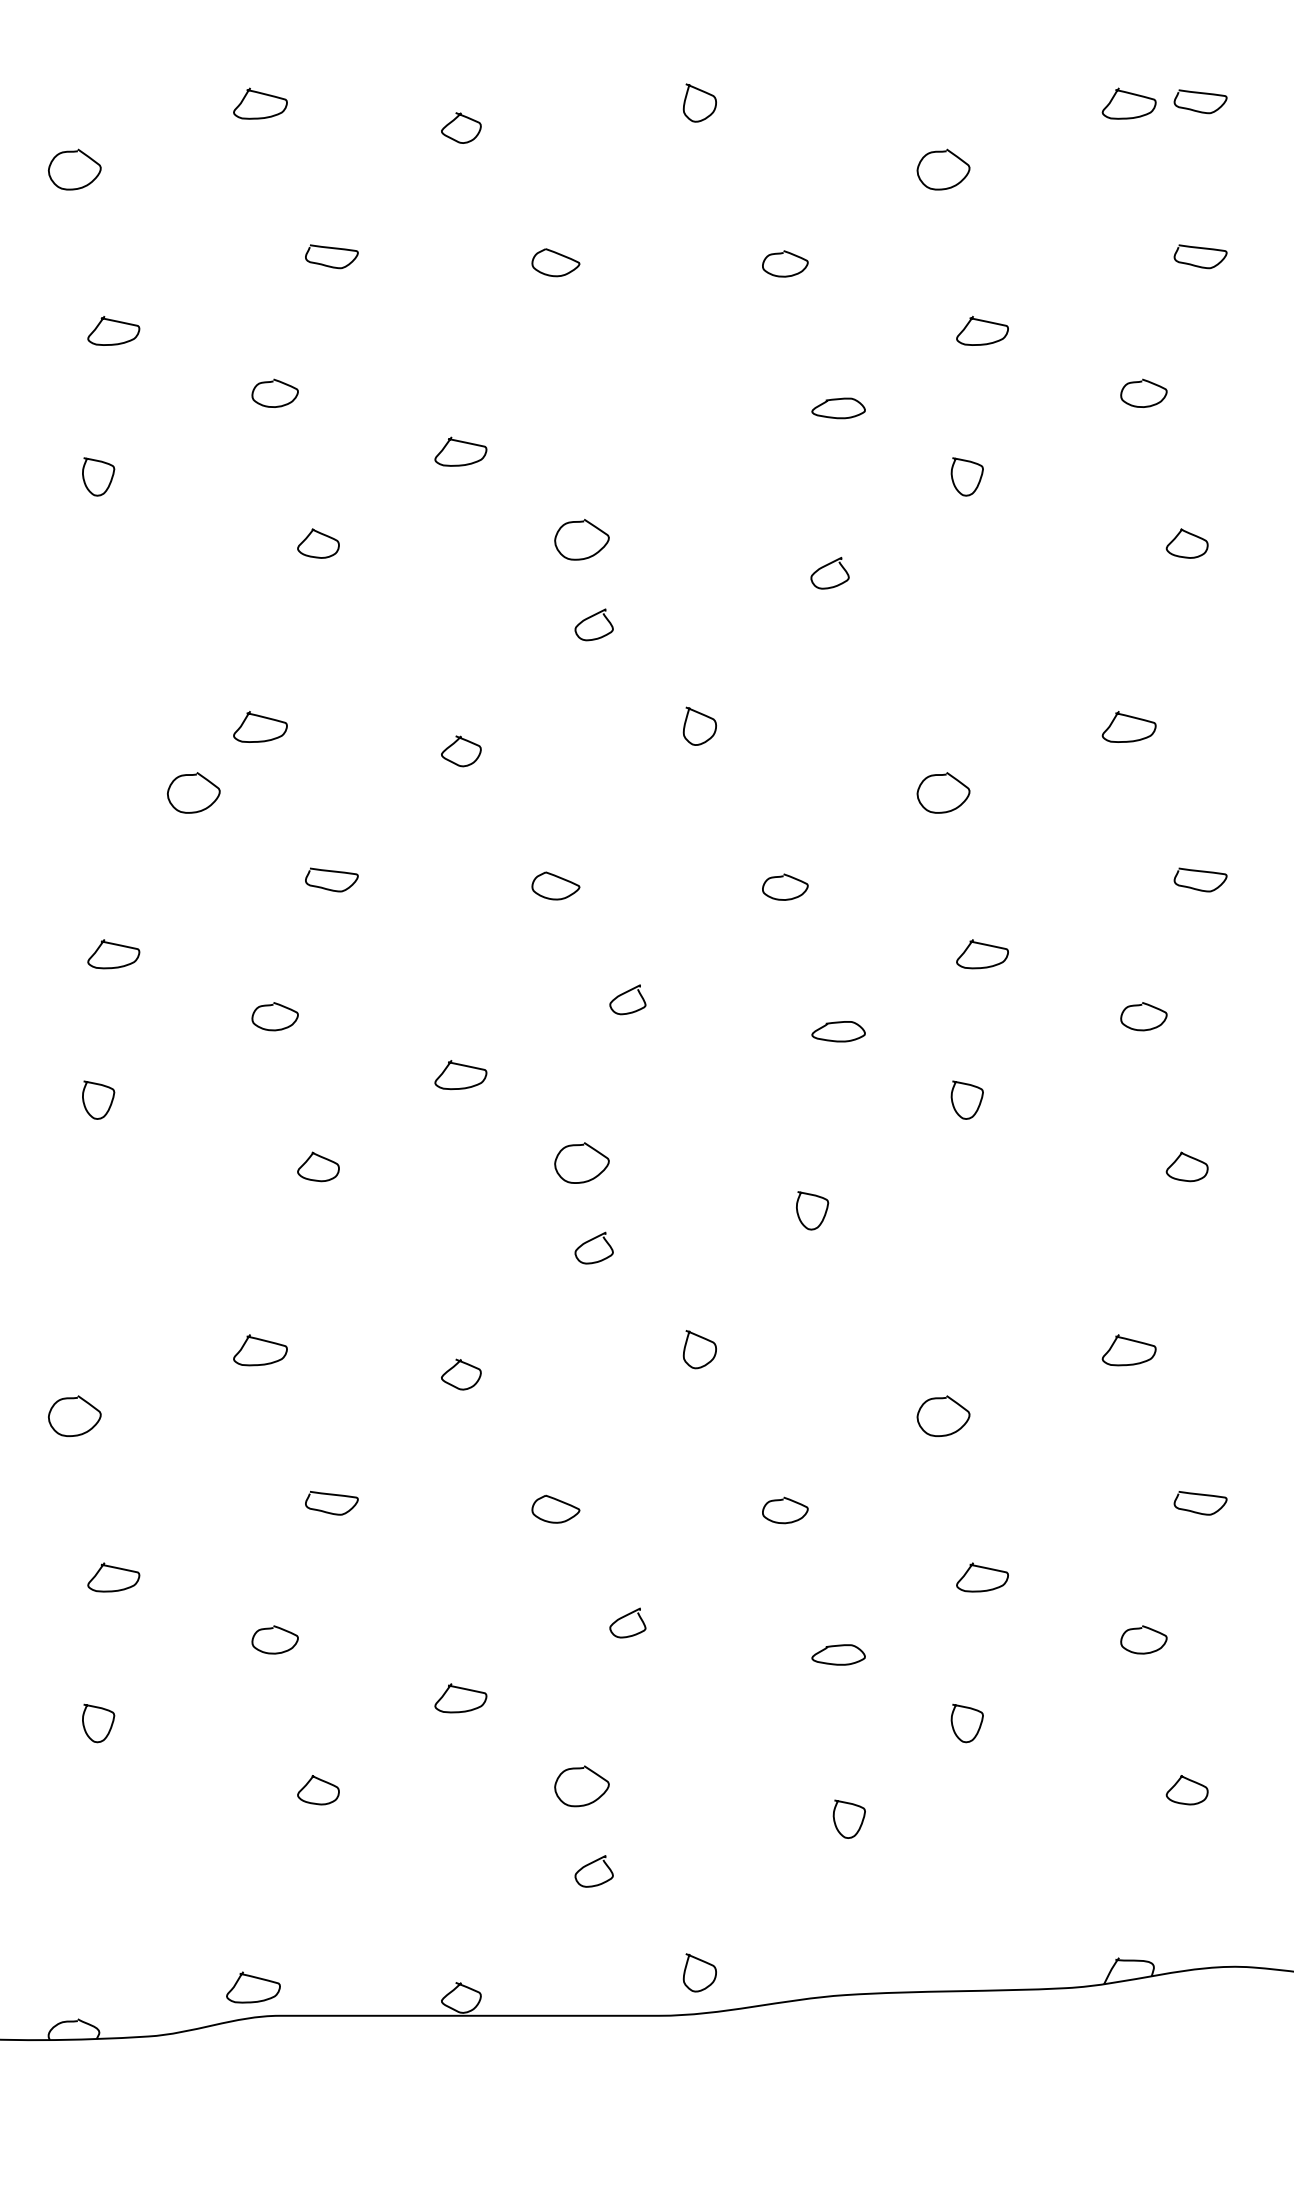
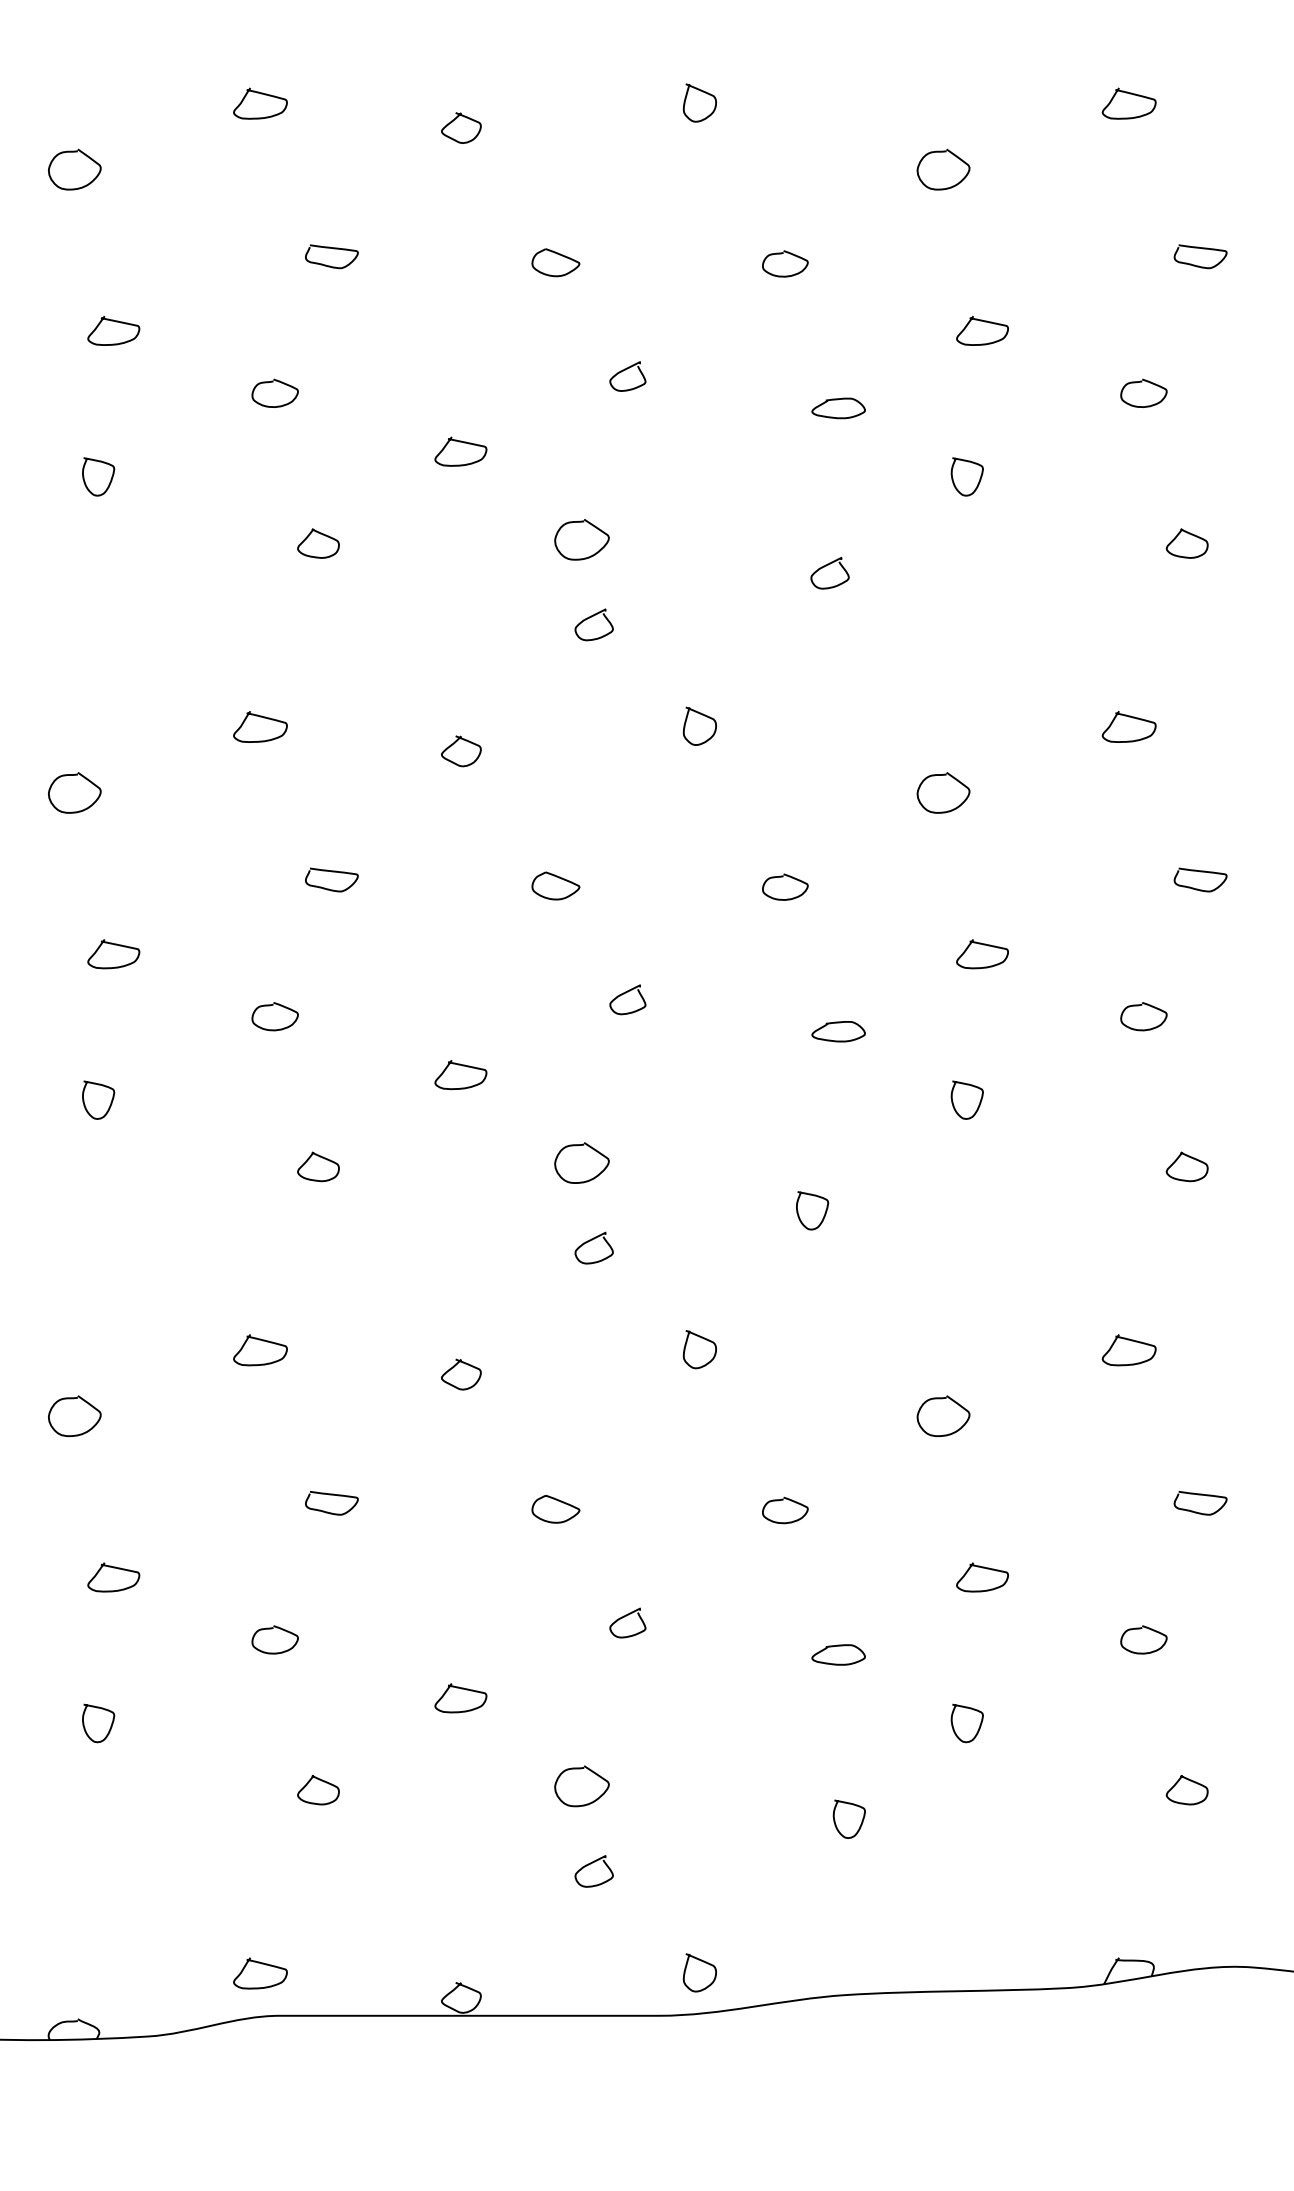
curve at (1202, 94): present -> none
curve at (625, 370): none -> present
curve at (193, 775) position: (193, 775) -> (74, 775)
curve at (254, 1978) position: (254, 1978) -> (261, 1964)
